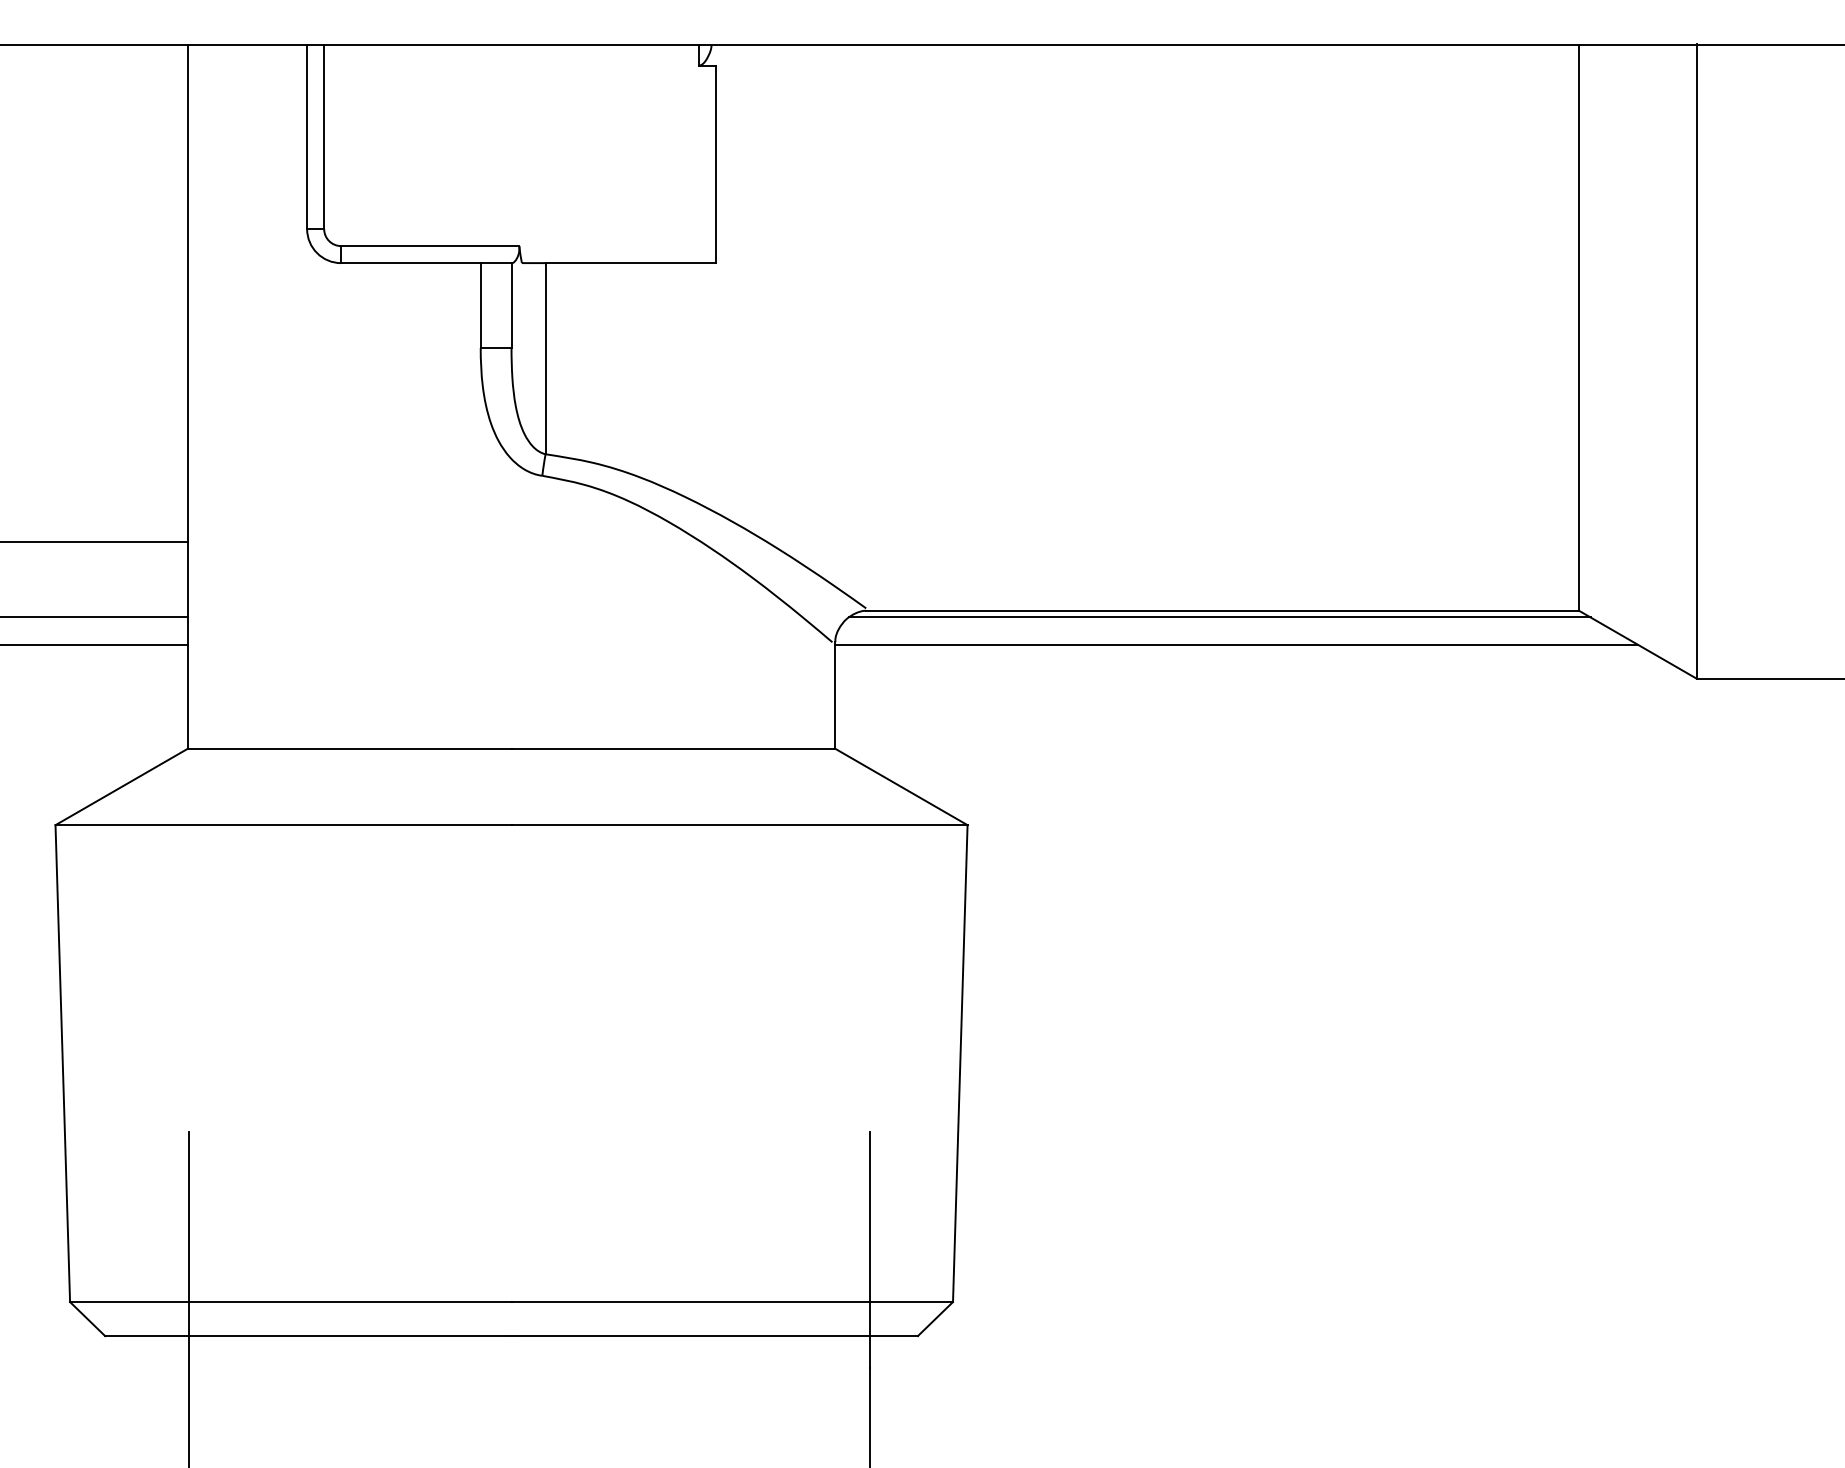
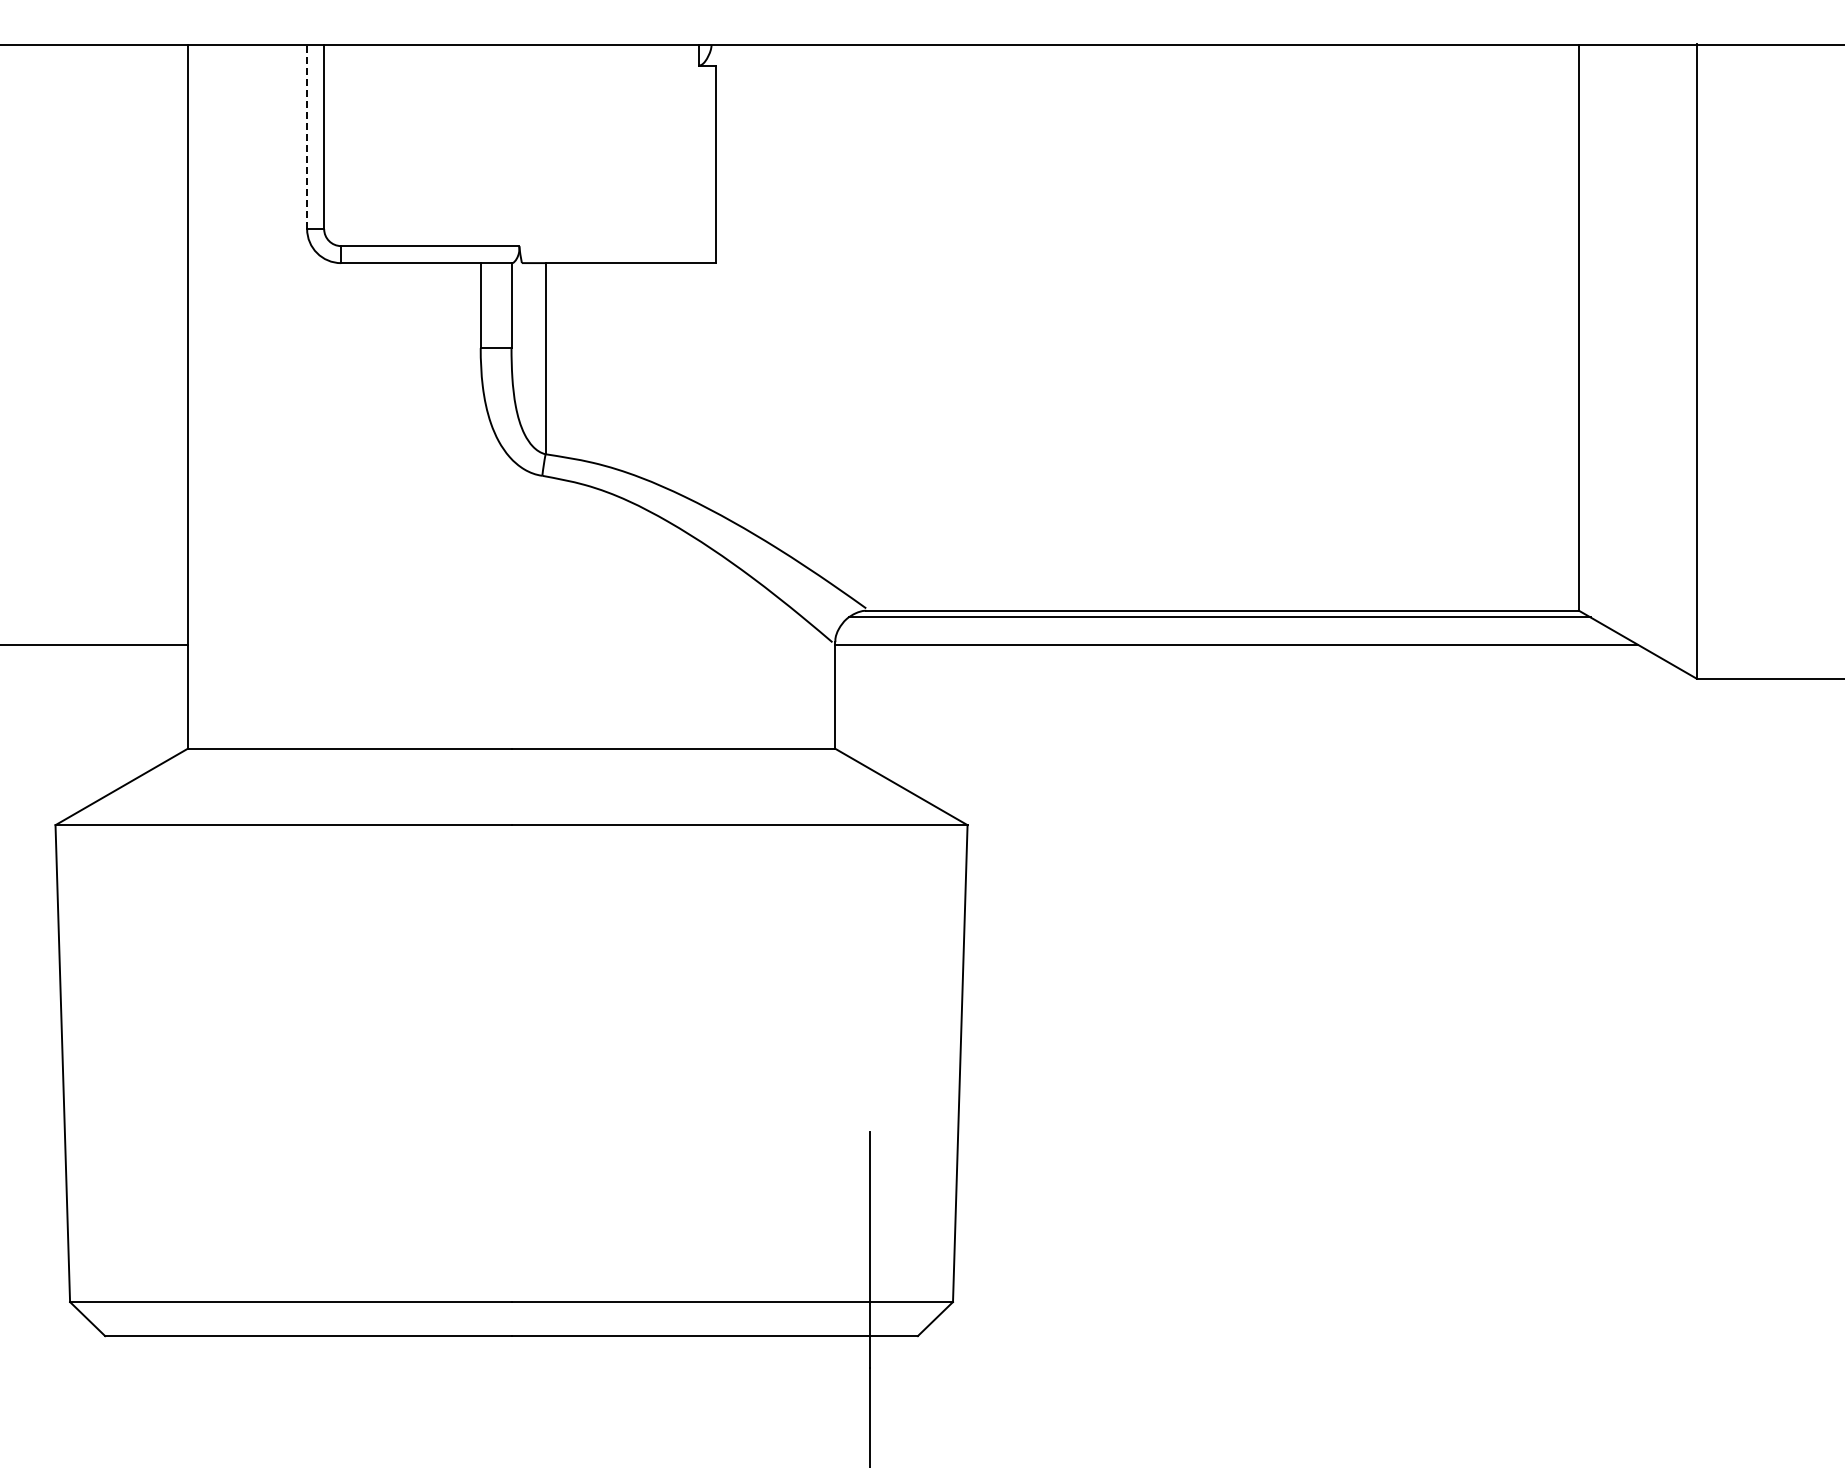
line at (307, 137): solid -> dashed
line at (94, 542): present -> none
line at (94, 617): present -> none
line at (188, 1298): present -> none
